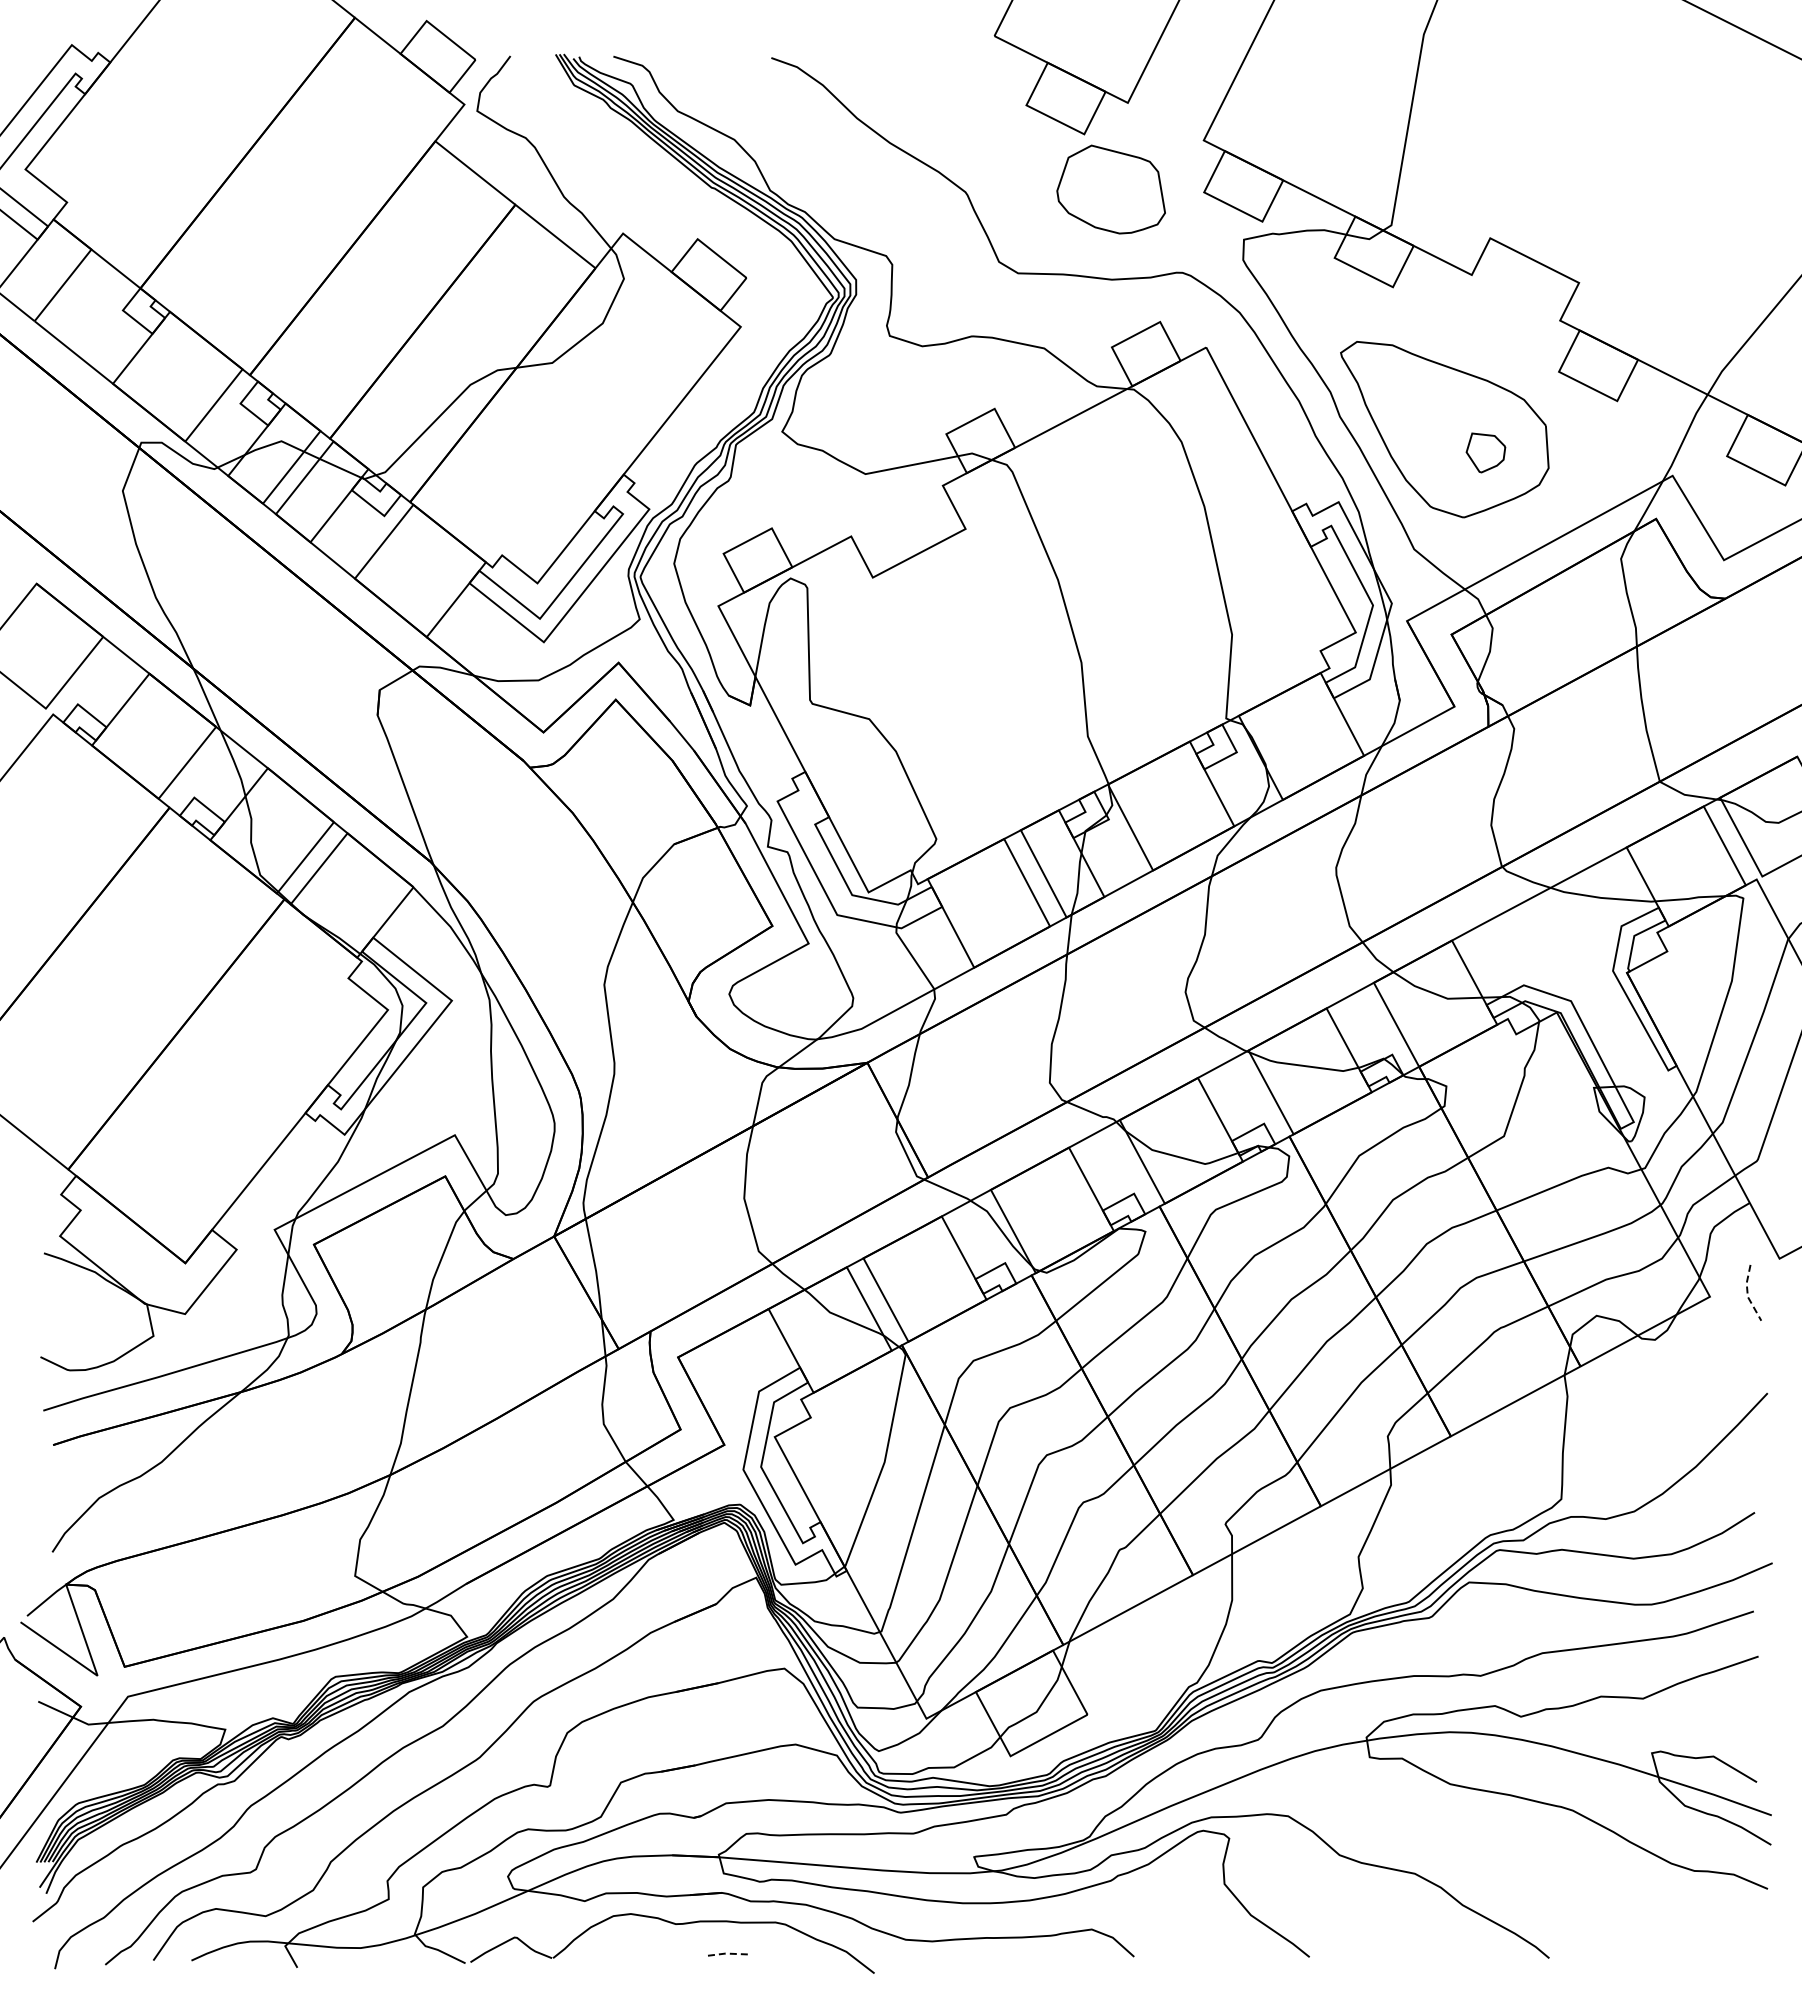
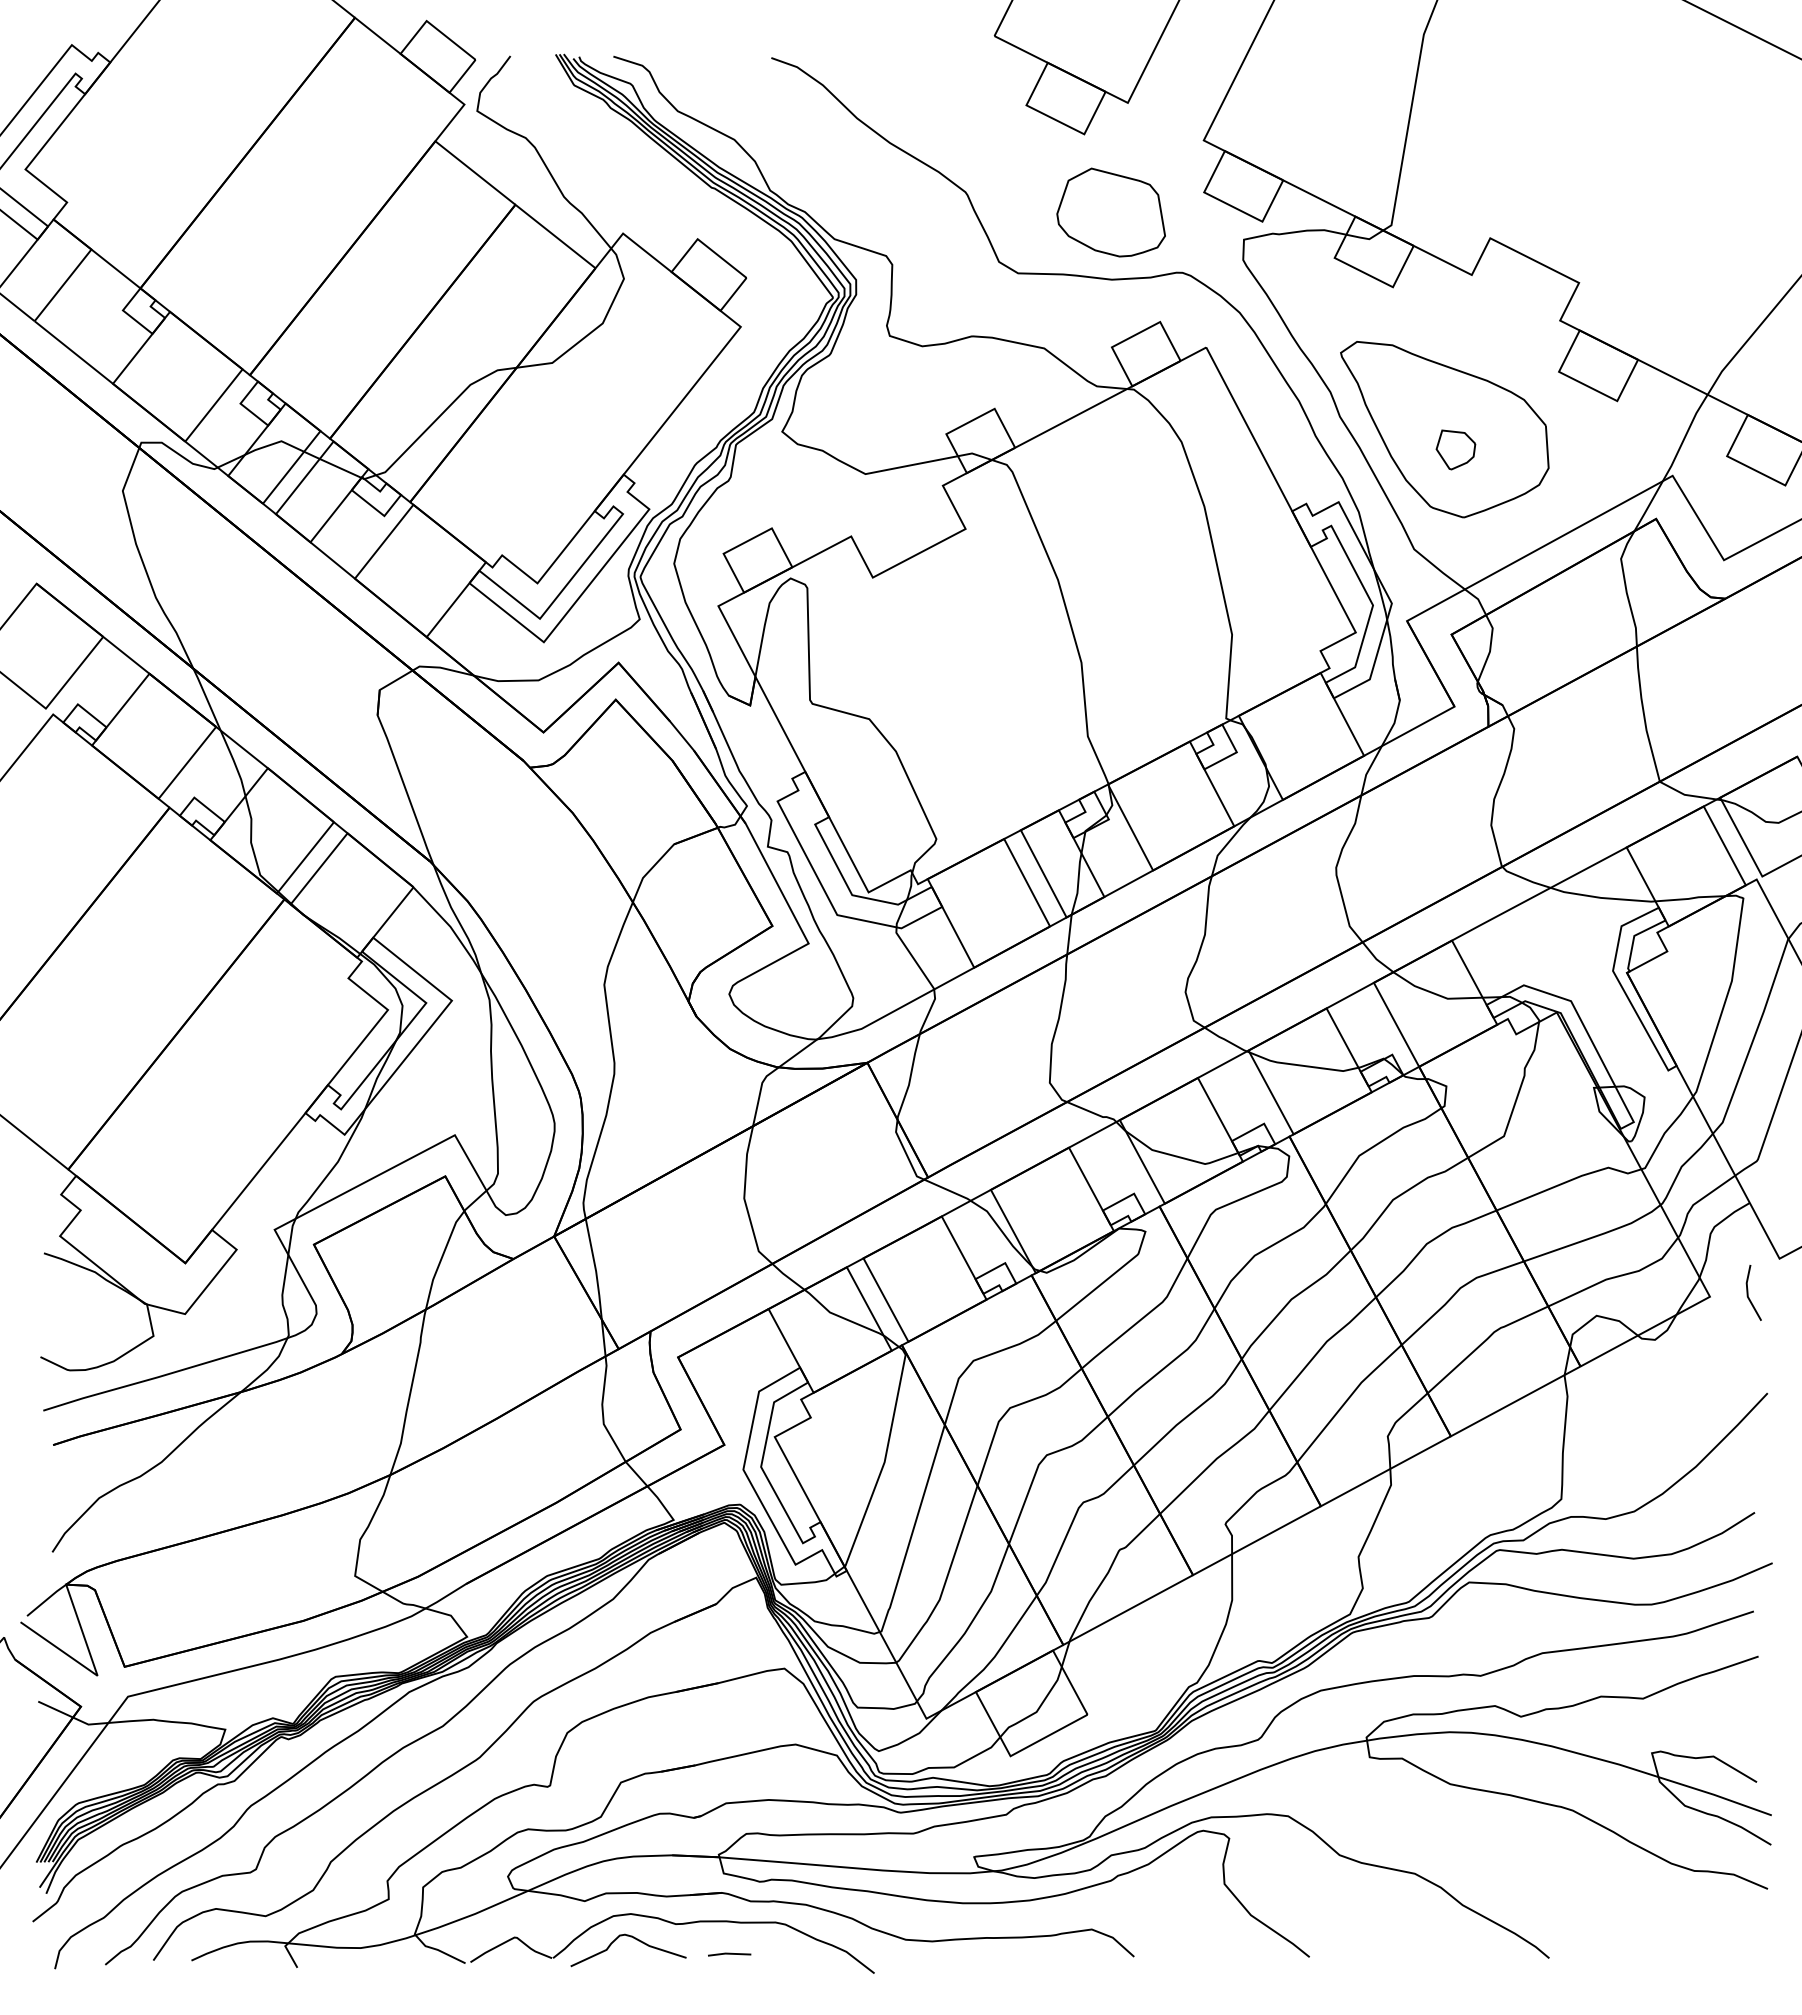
part at (1110, 189) position: (1110, 189) -> (1110, 212)
part at (1485, 452) position: (1485, 452) -> (1455, 449)
line at (1747, 1294): dashed -> solid
curve at (636, 1940): none -> present
line at (729, 1953): dashed -> solid
